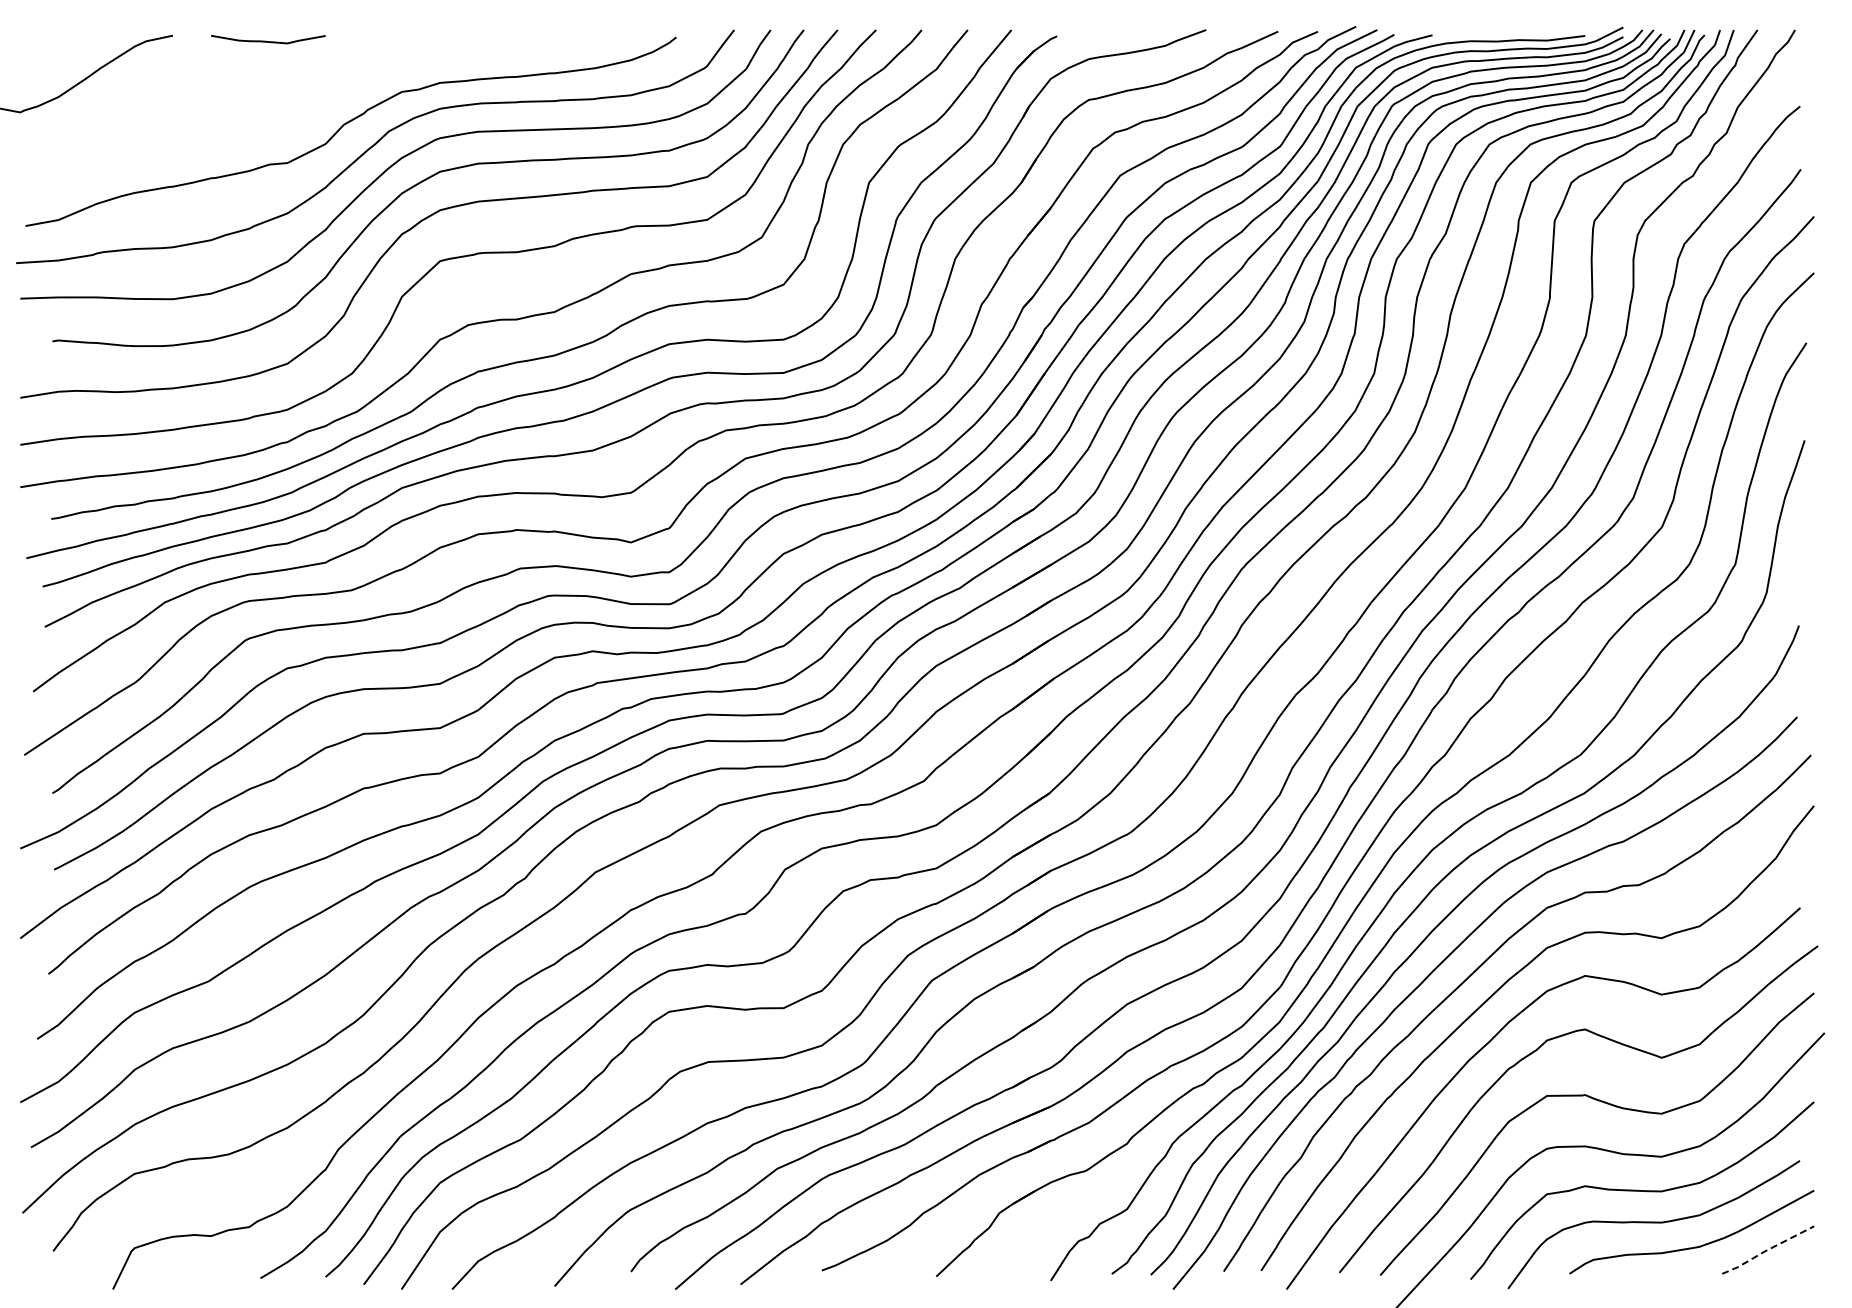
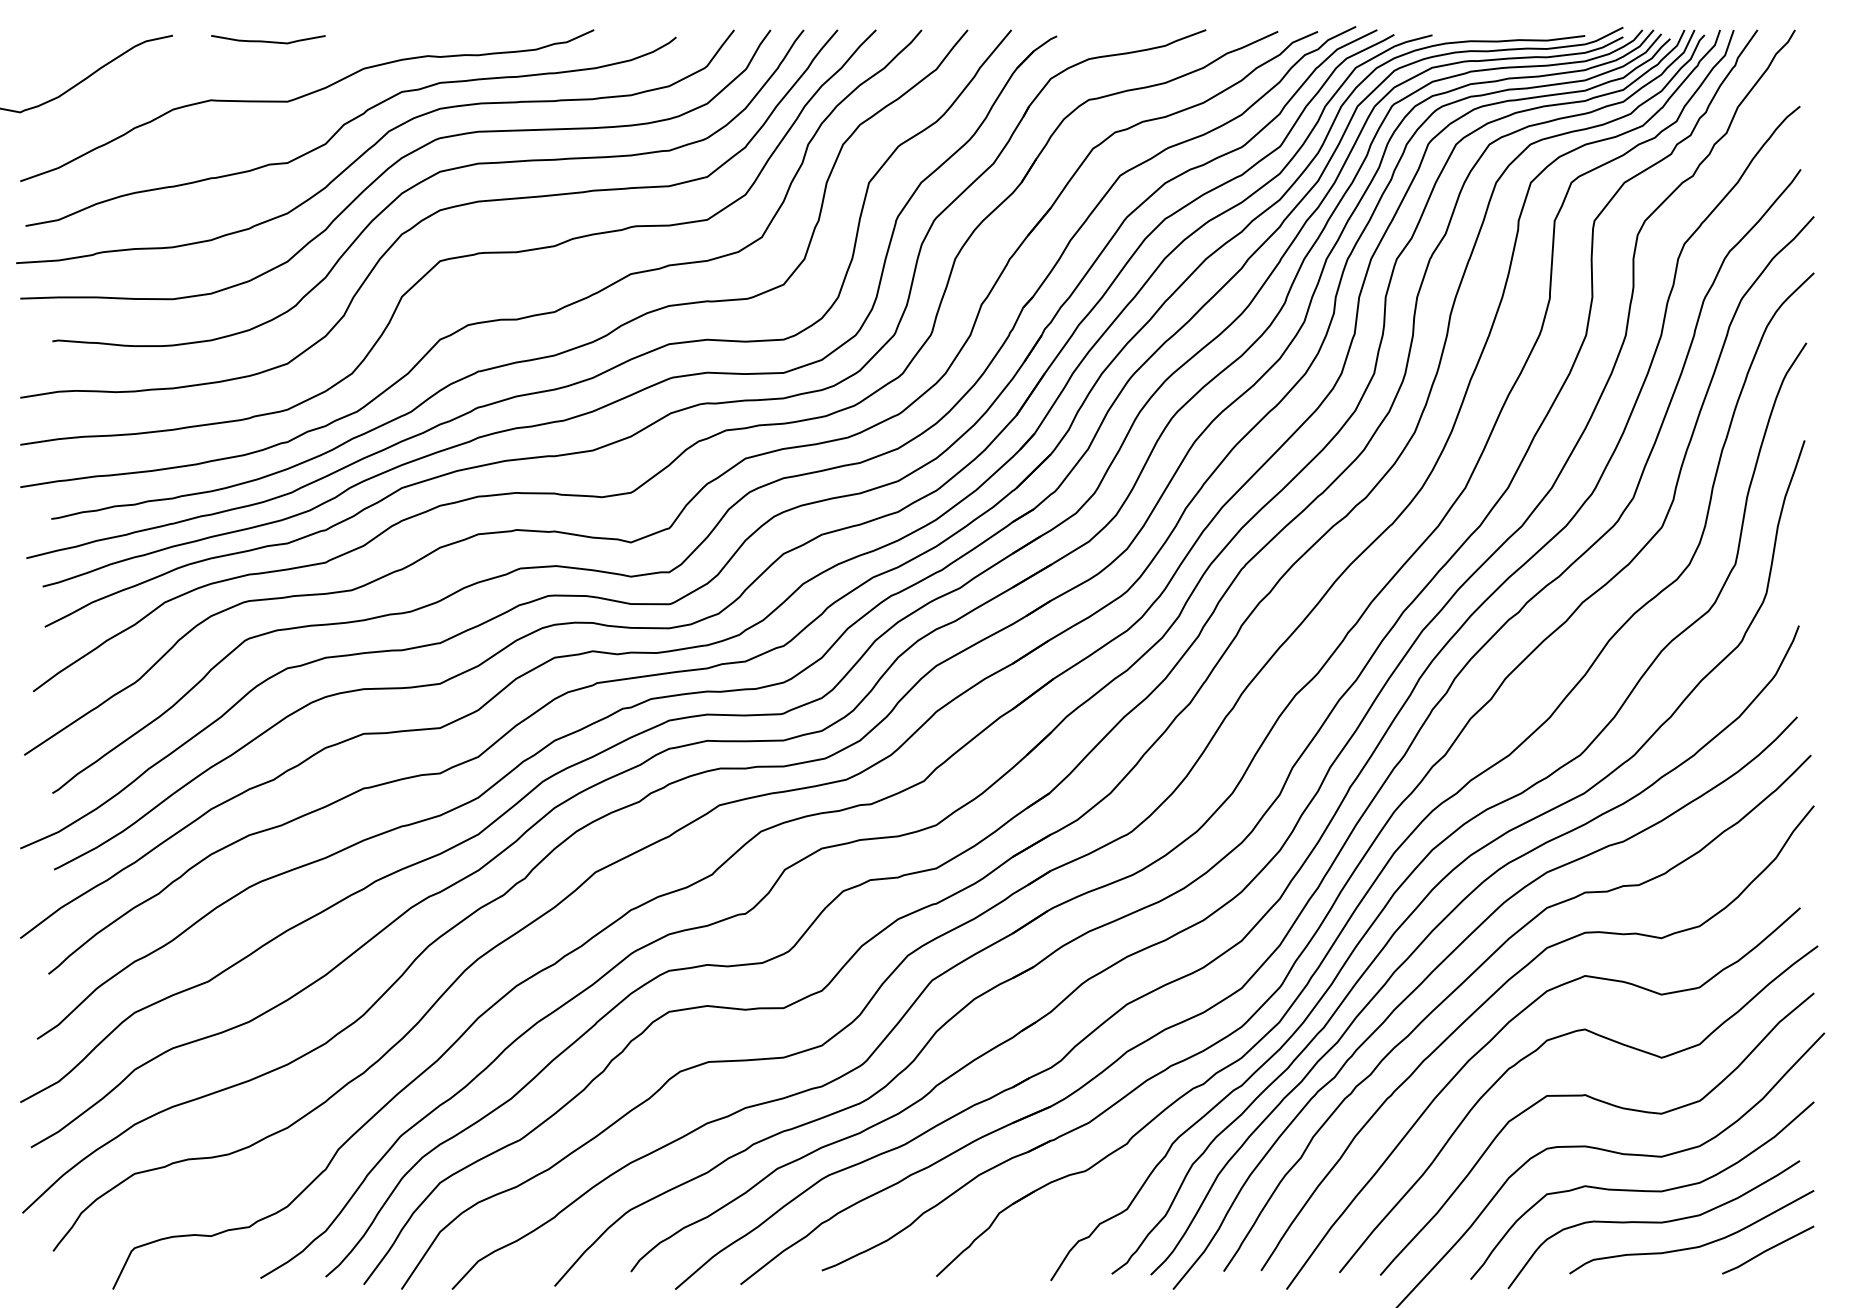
curve at (303, 97): none -> present
line at (1766, 1250): dashed -> solid
